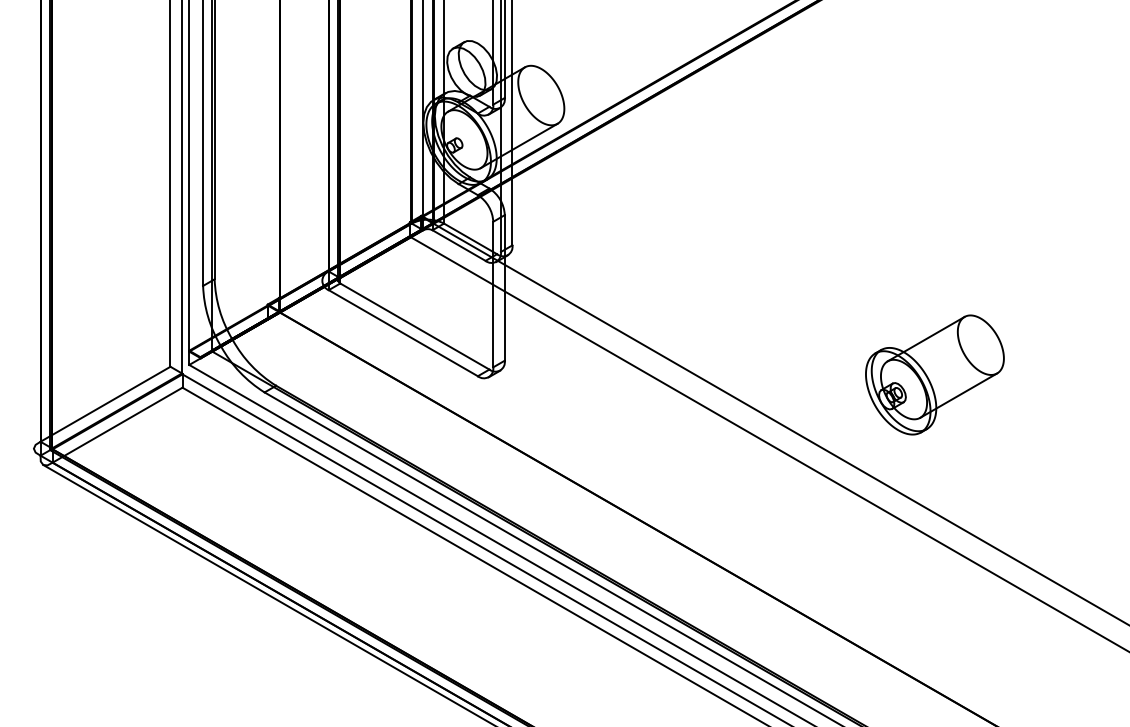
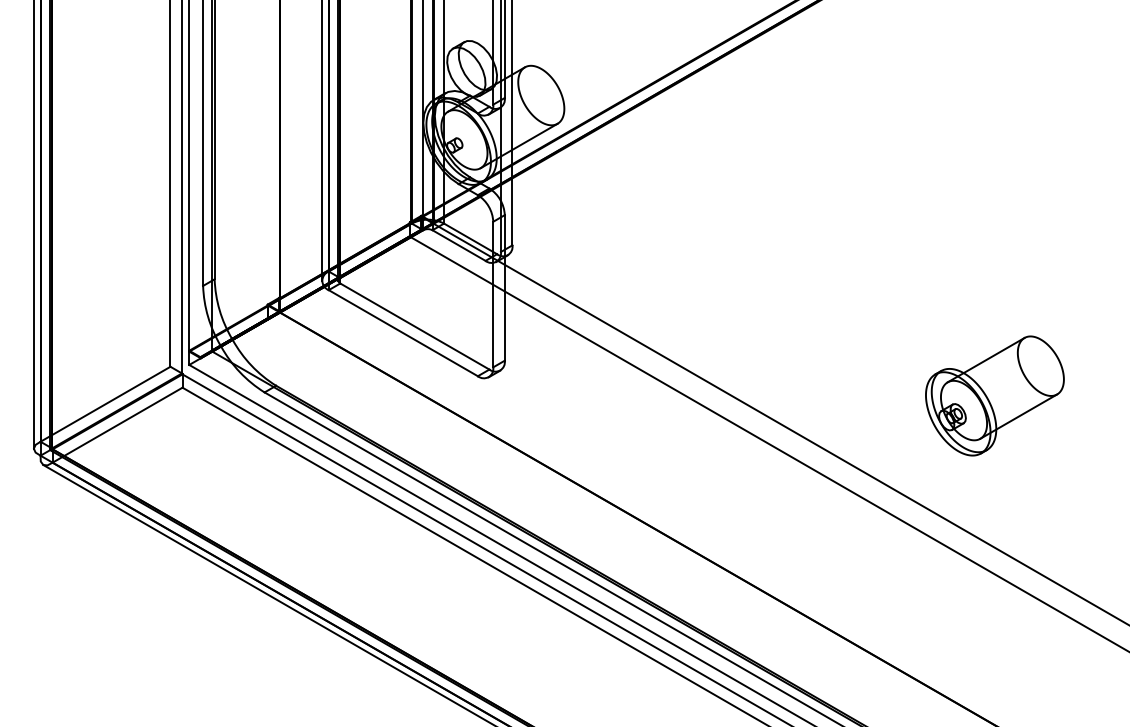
line at (322, 141): none -> present
line at (33, 225): none -> present
part at (934, 374) position: (934, 374) -> (994, 395)
